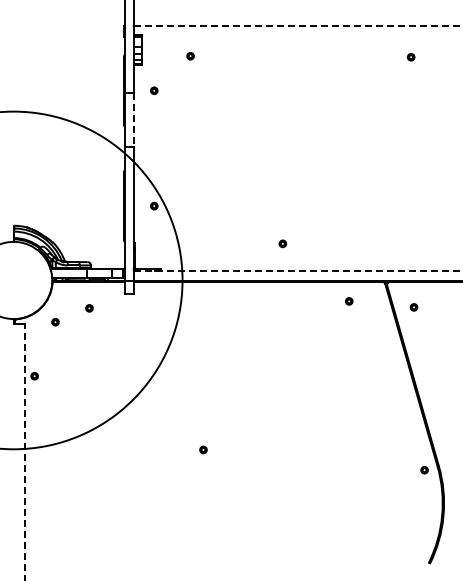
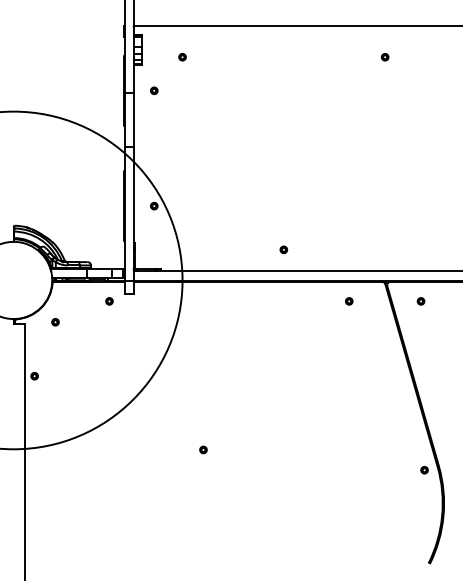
line at (298, 26): dashed -> solid
part at (190, 56) position: (190, 56) -> (182, 57)
part at (410, 57) position: (410, 57) -> (384, 57)
line at (133, 120): dashed -> solid
part at (282, 243) position: (282, 243) -> (283, 249)
line at (298, 270): dashed -> solid
part at (413, 307) position: (413, 307) -> (420, 301)
part at (89, 308) position: (89, 308) -> (109, 301)
line at (25, 451): dashed -> solid
